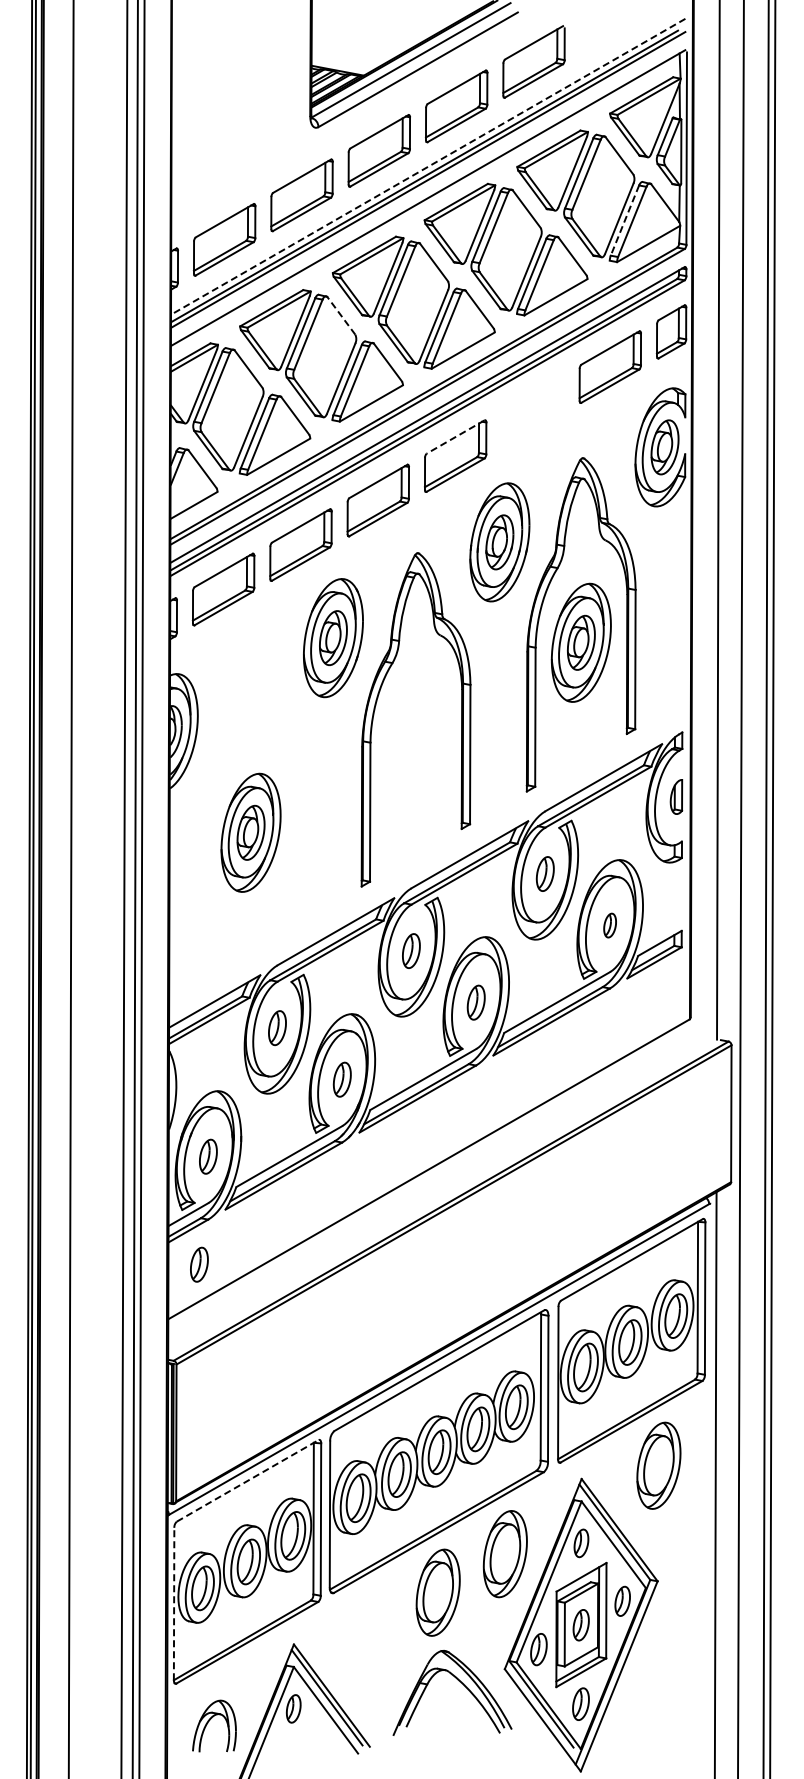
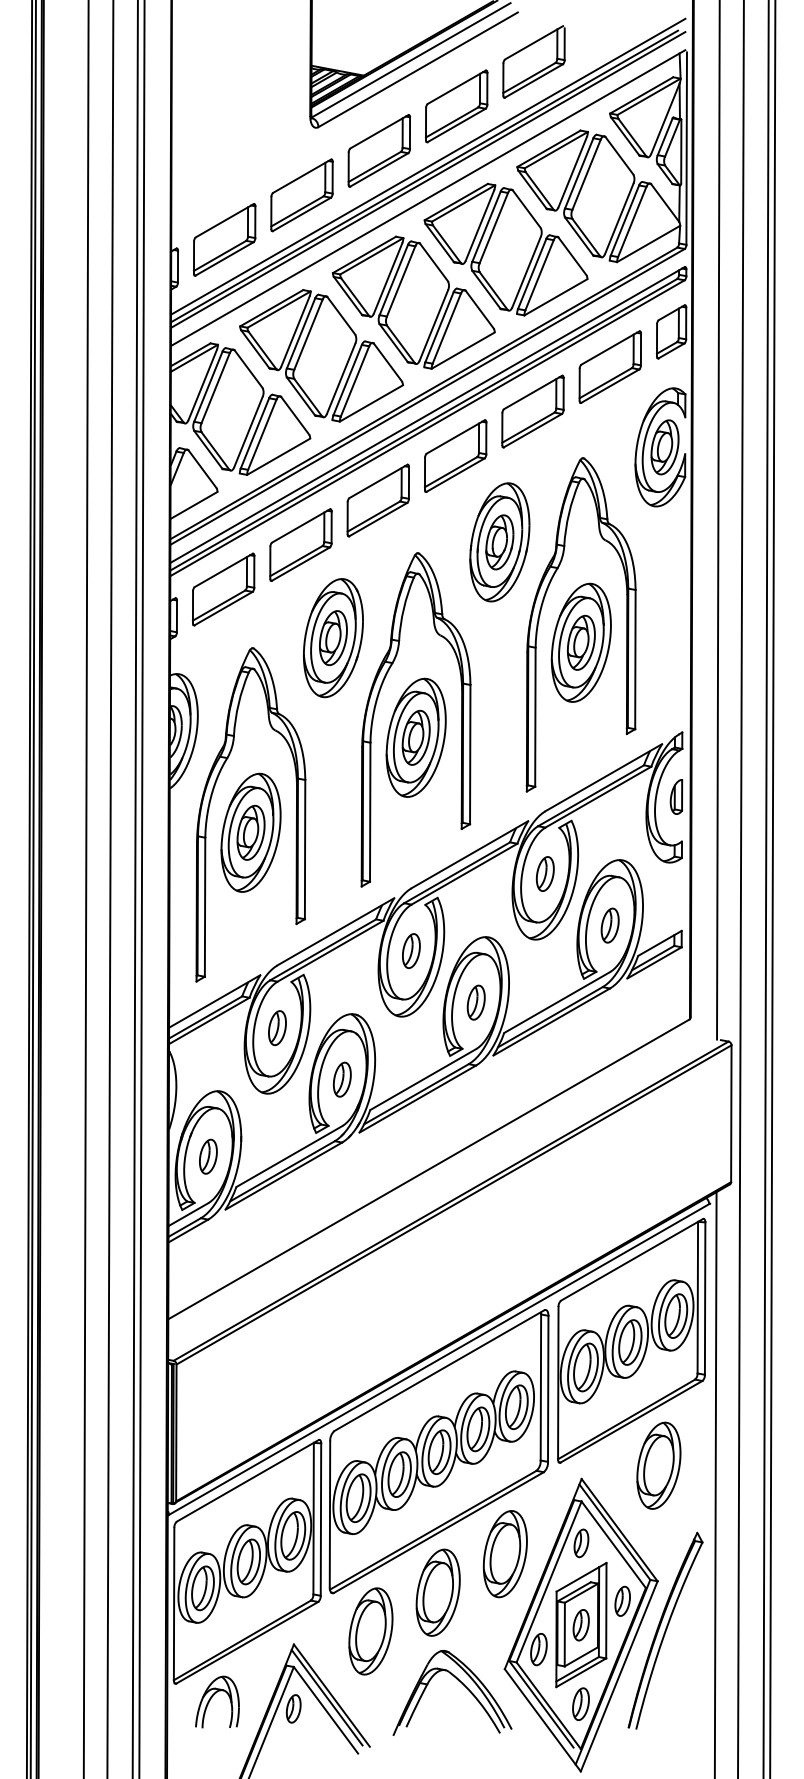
line at (428, 166): dashed -> solid
line at (624, 220): dashed -> solid
line at (341, 315): dashed -> solid
part at (532, 411): none -> present
line at (455, 437): dashed -> solid
part at (415, 737): none -> present
part at (210, 804): none -> present
line at (70, 888) position: (70, 888) -> (85, 888)
line at (124, 888) position: (124, 888) -> (110, 888)
part at (609, 925) size: 14x27 px -> 20x37 px
part at (199, 1264): present -> none
line at (247, 1480): dashed -> solid
line at (174, 1603): dashed -> solid
part at (665, 1630): none -> present
part at (370, 1631): none -> present
part at (208, 1723) position: (208, 1723) -> (211, 1699)
